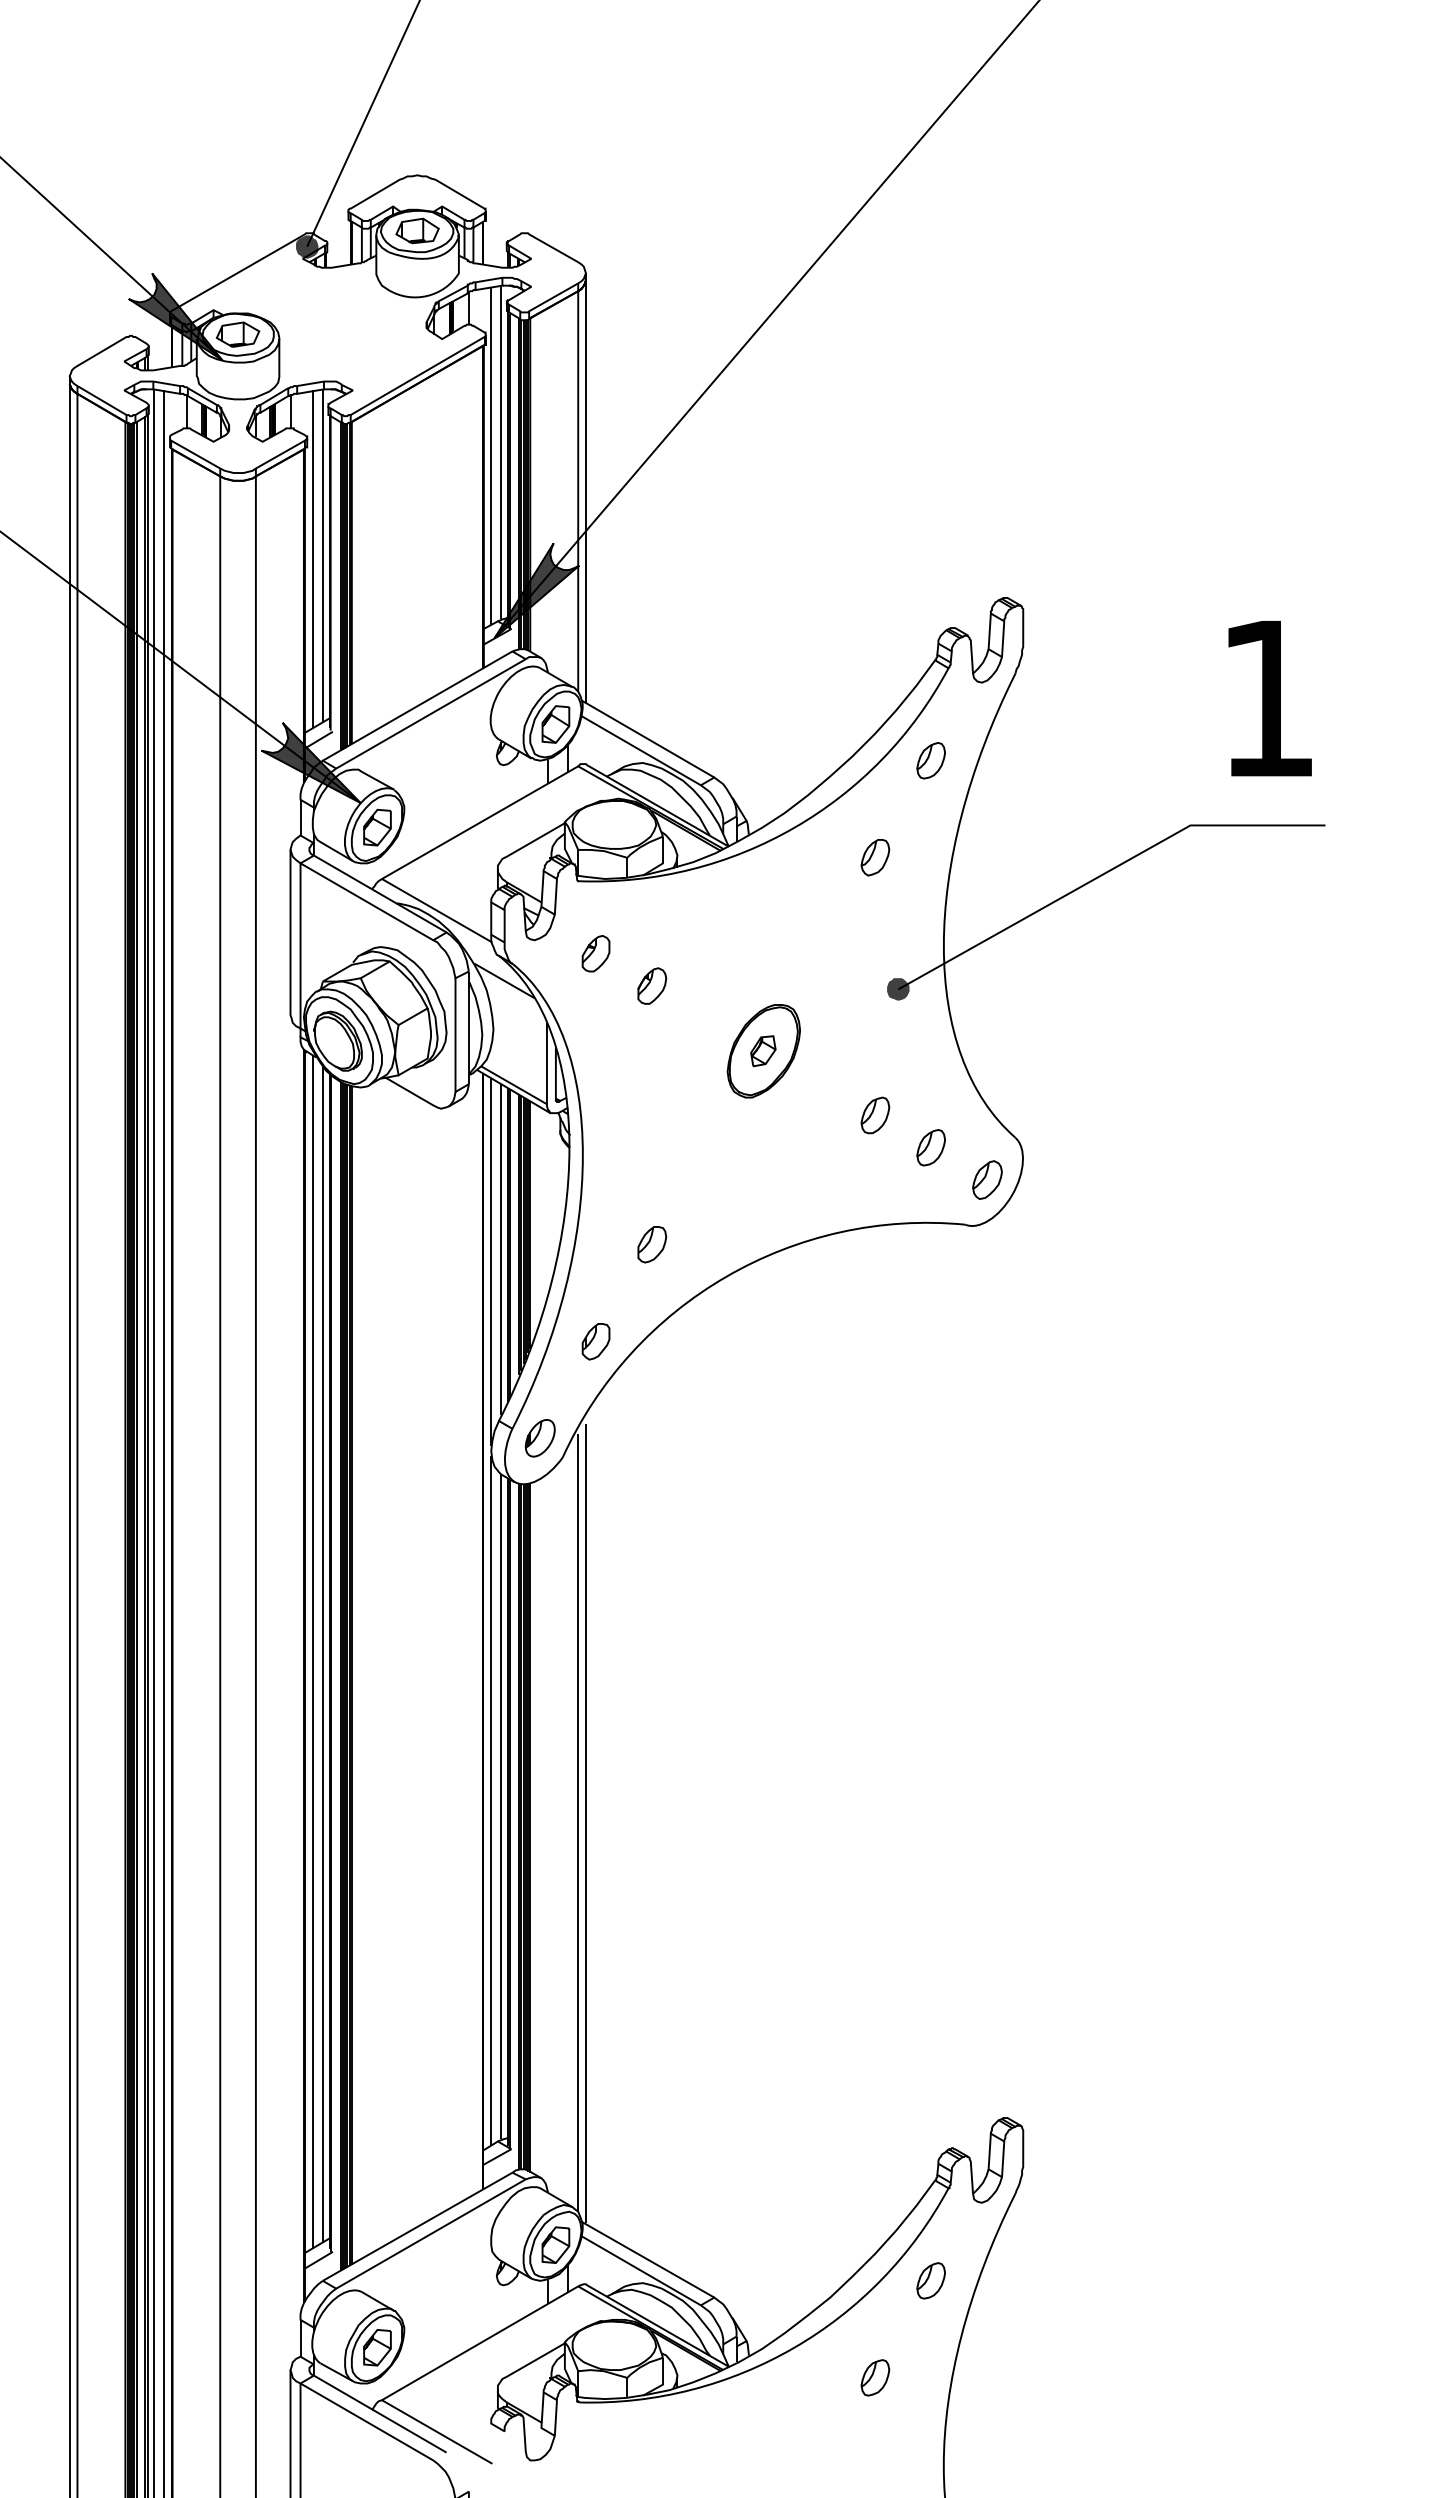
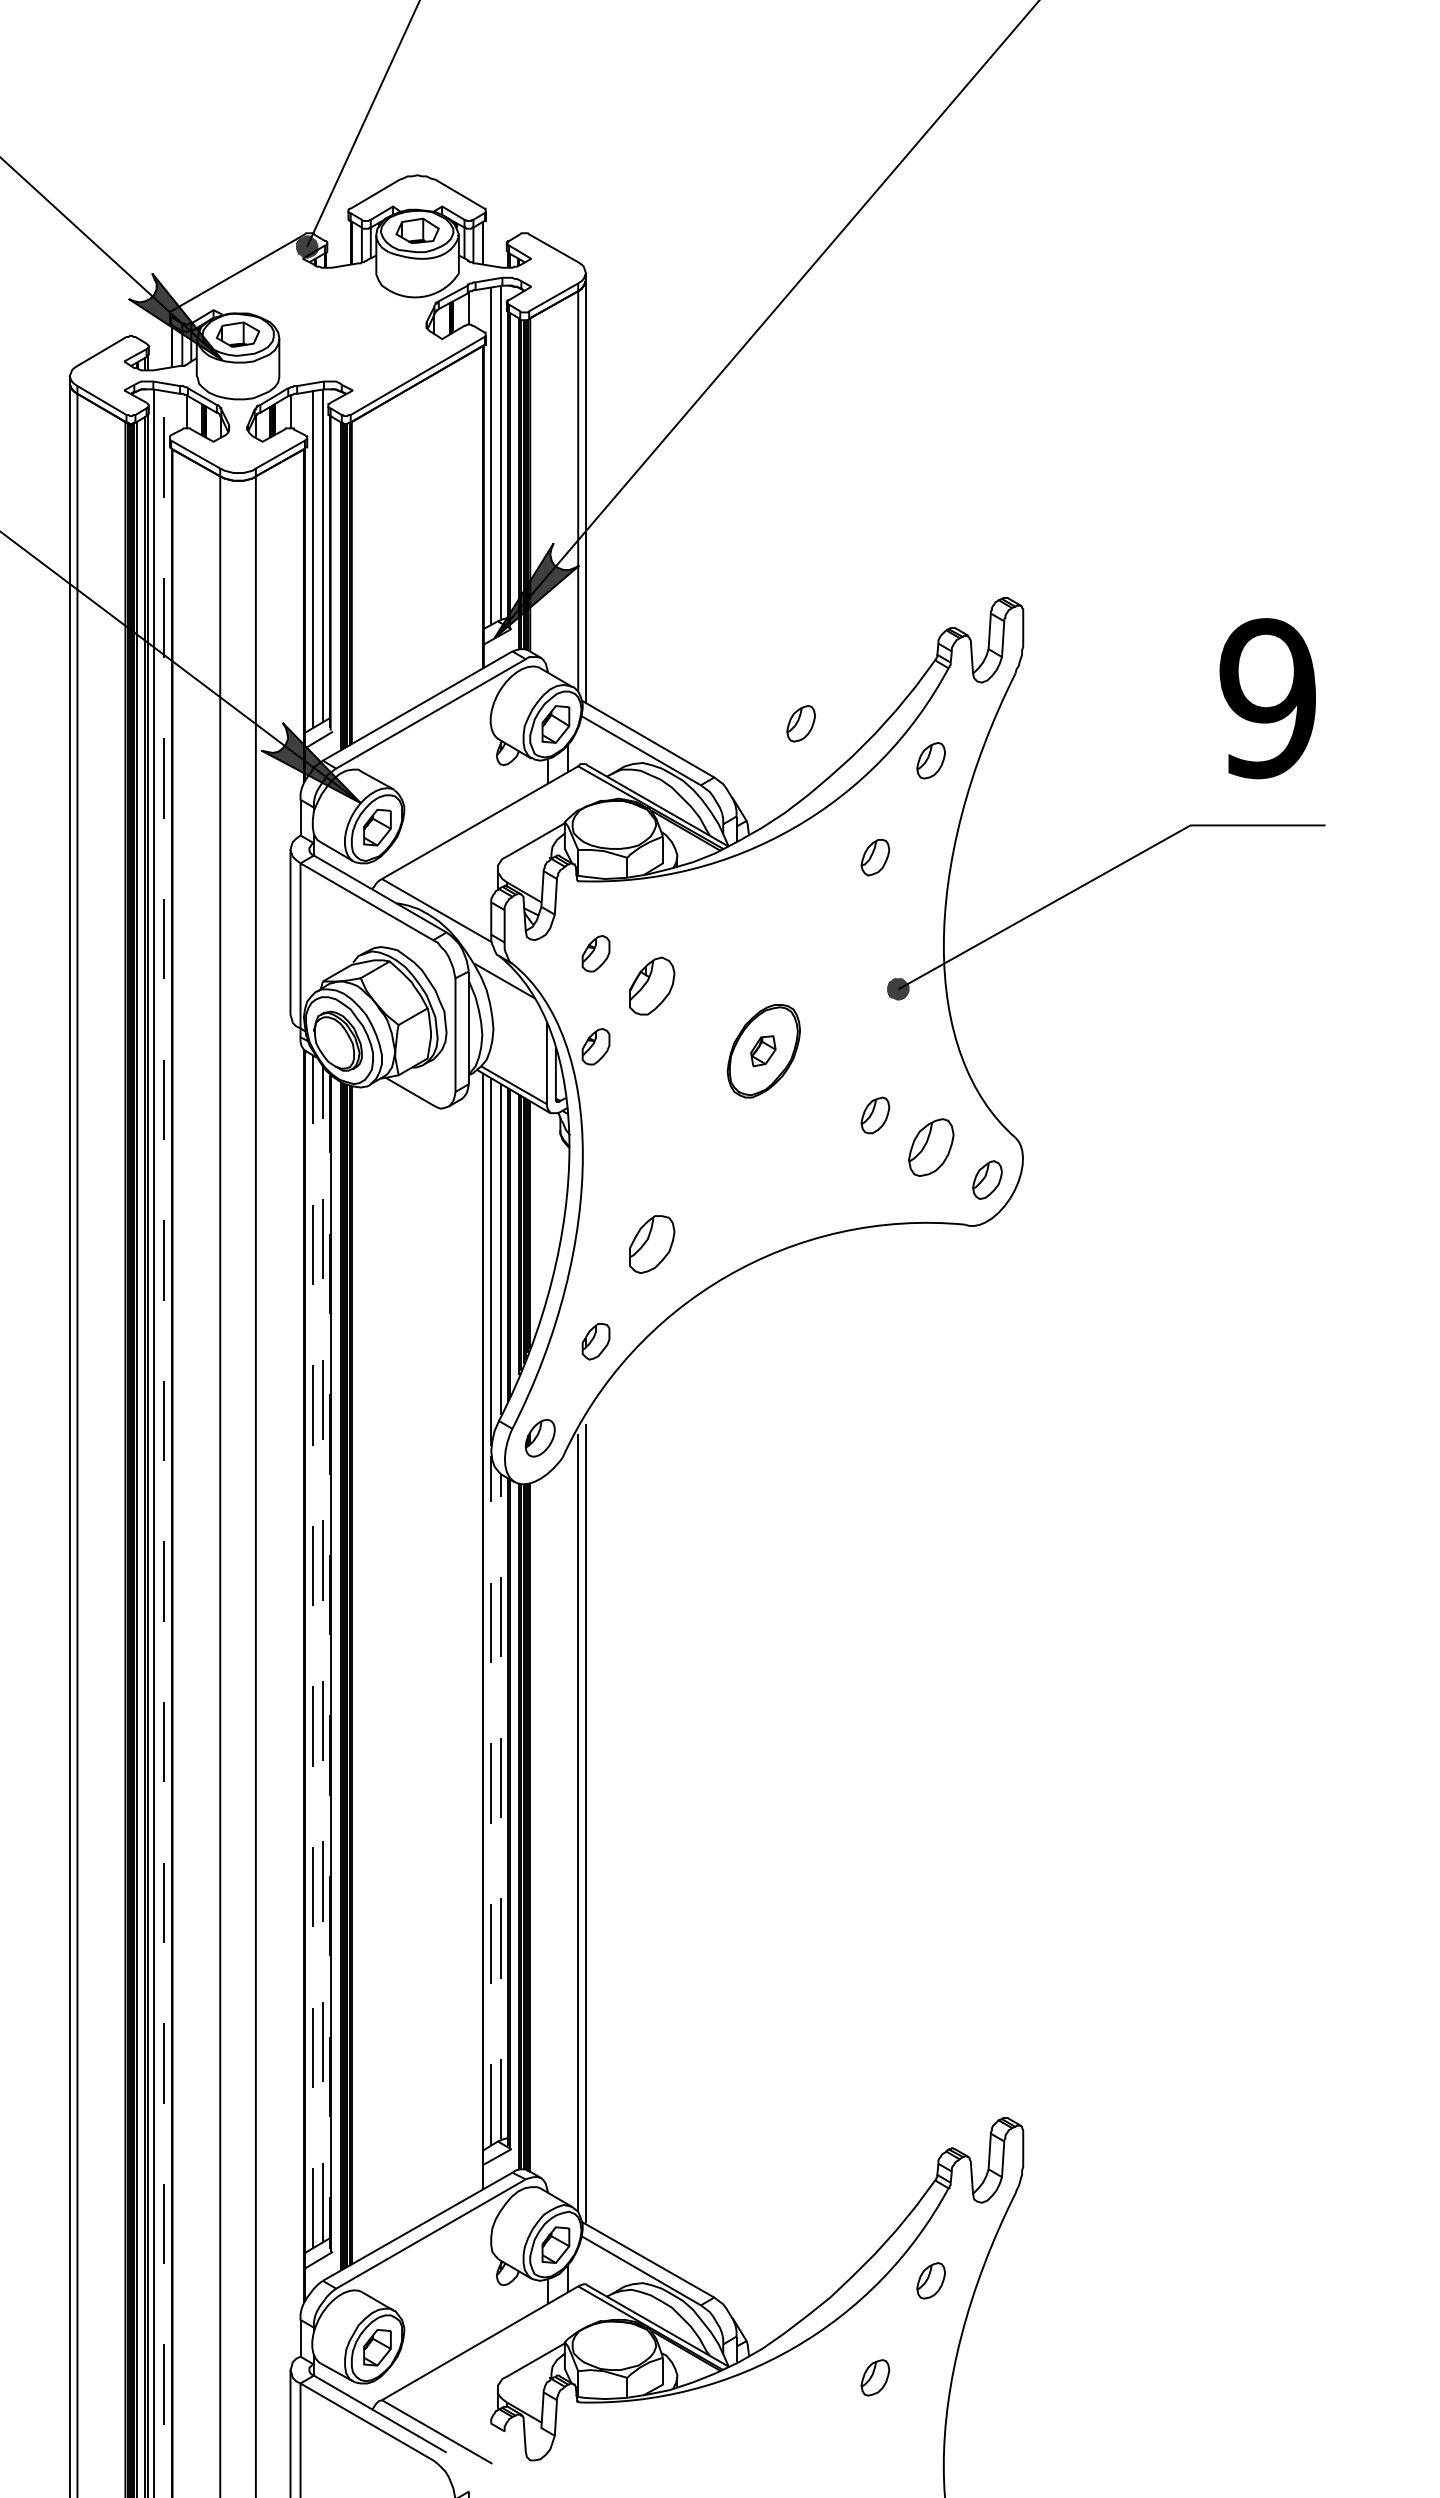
text at (1267, 698): 1 -> 9
part at (800, 723): none -> present
part at (652, 985) size: 31x38 px -> 47x60 px
part at (595, 1046): none -> present
part at (930, 1147) size: 30x38 px -> 47x59 px
part at (652, 1244) size: 31x38 px -> 47x59 px
line at (164, 1443): solid -> dashed
line at (312, 1651): solid -> dashed
line at (322, 1654): solid -> dashed
line at (329, 1660): solid -> dashed
line at (491, 1800): solid -> dashed
line at (501, 1806): solid -> dashed
